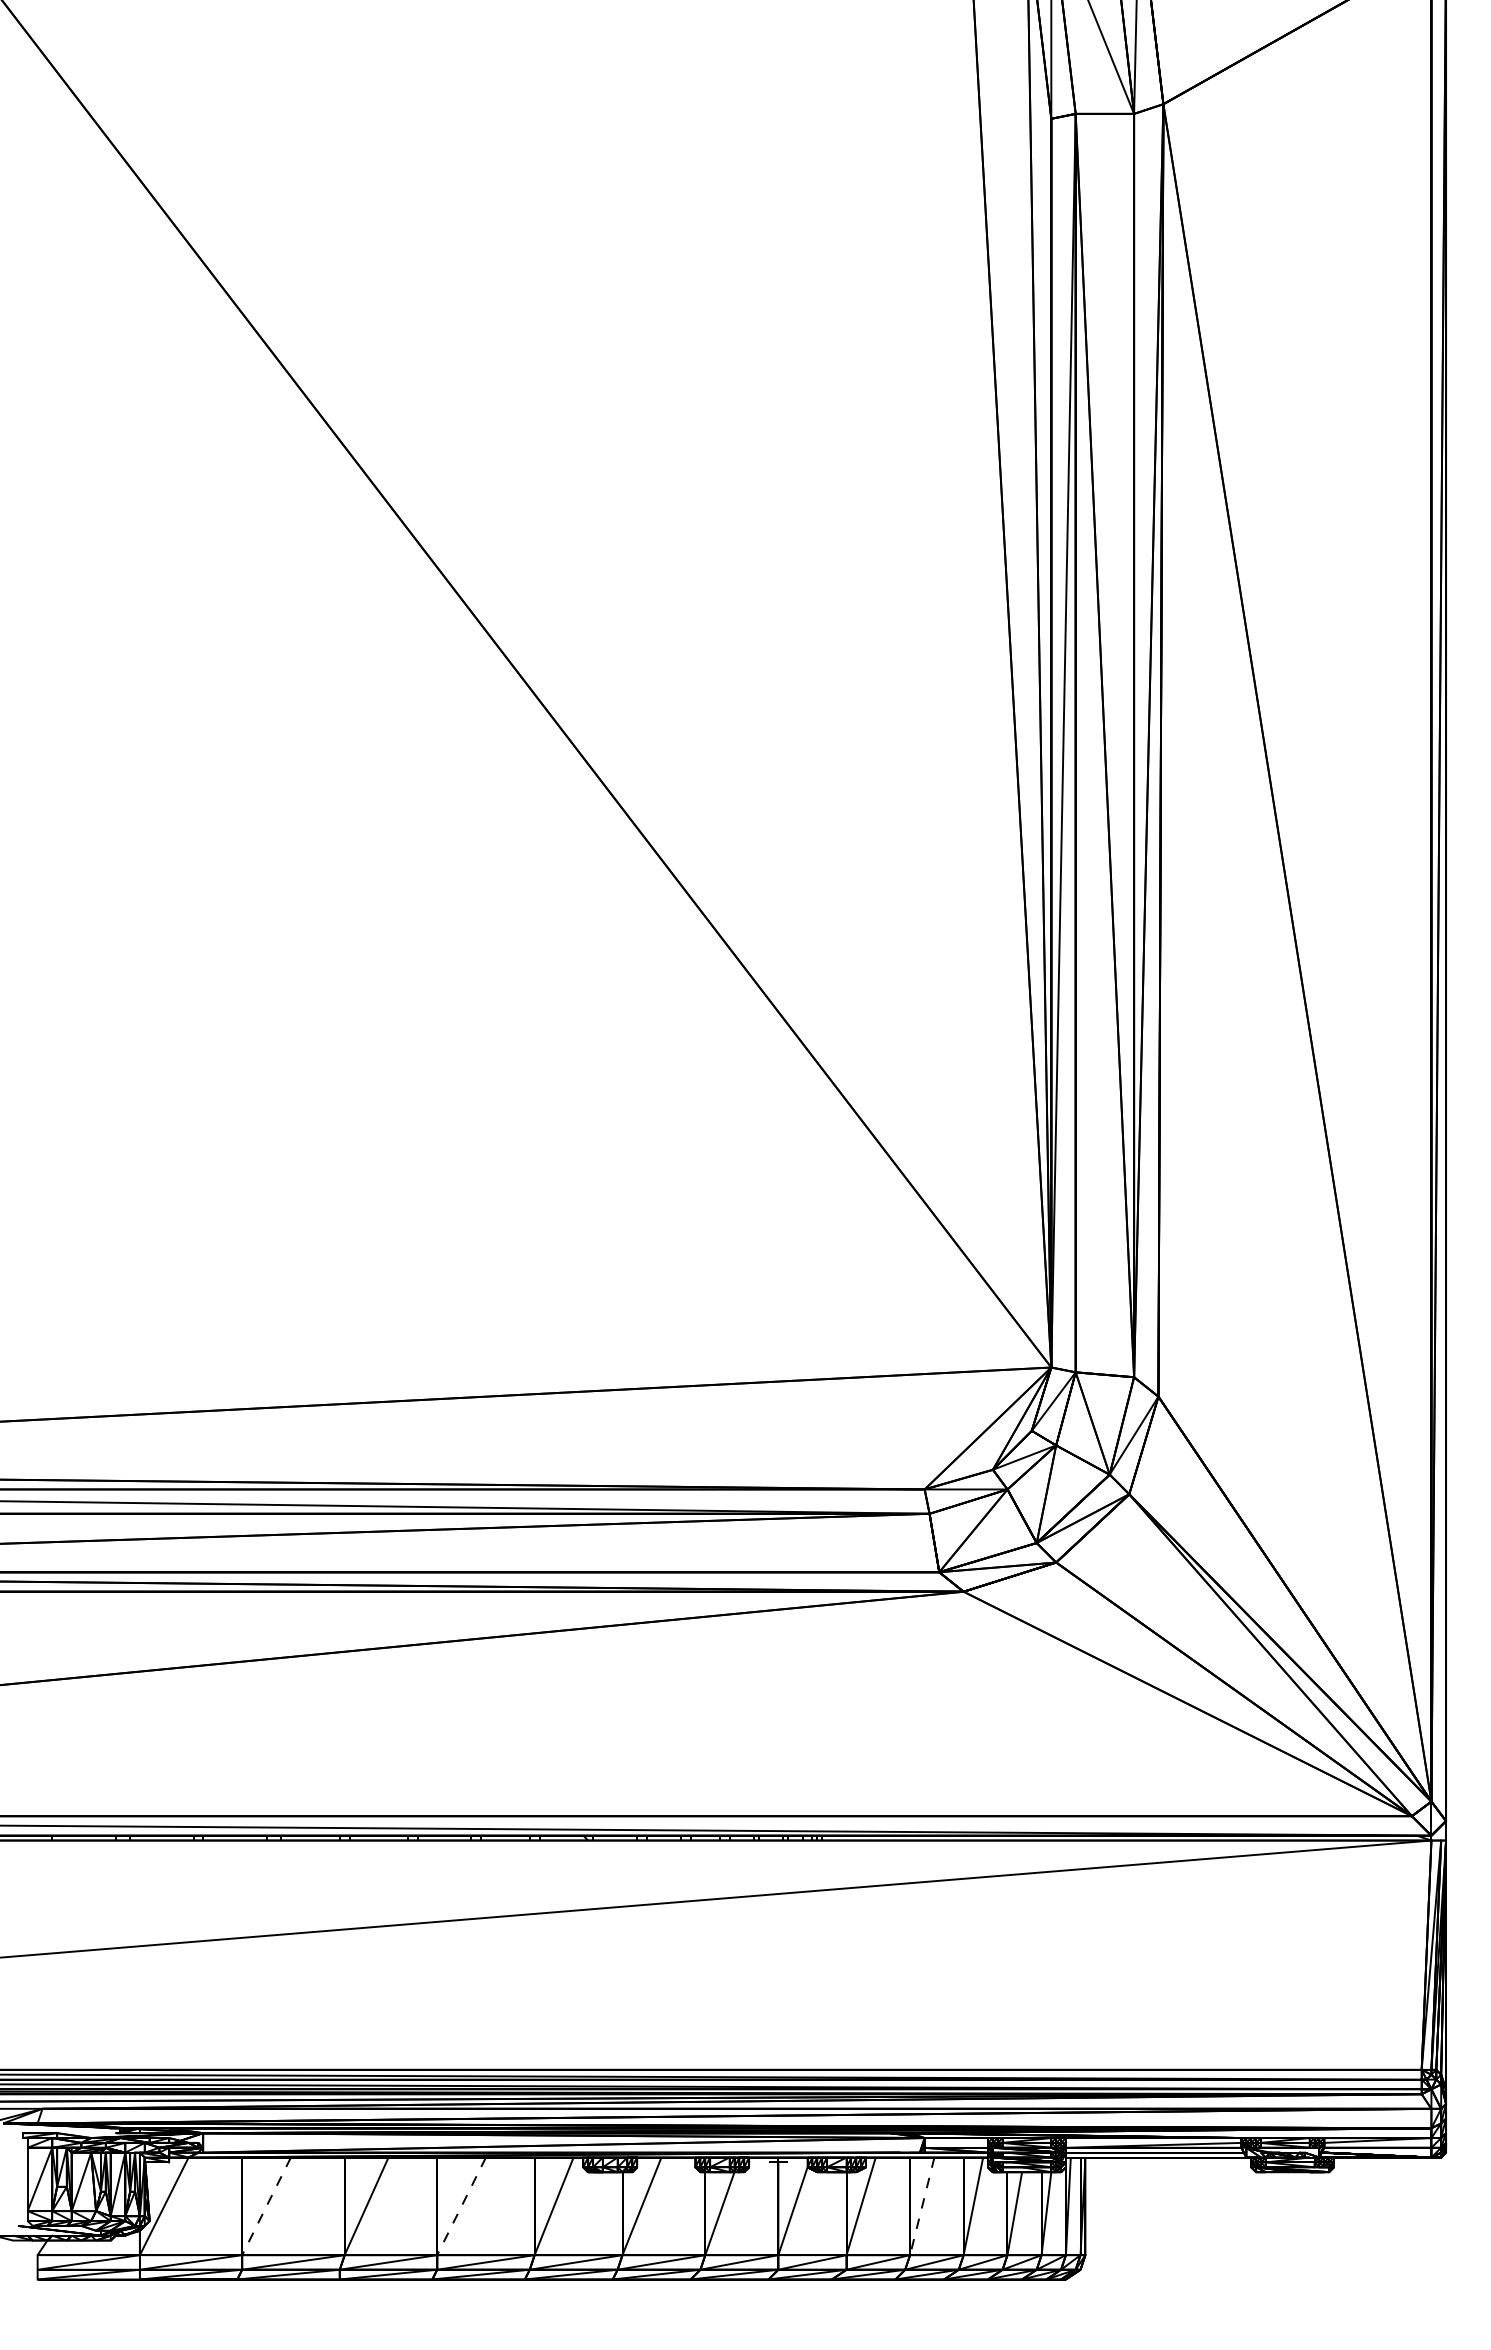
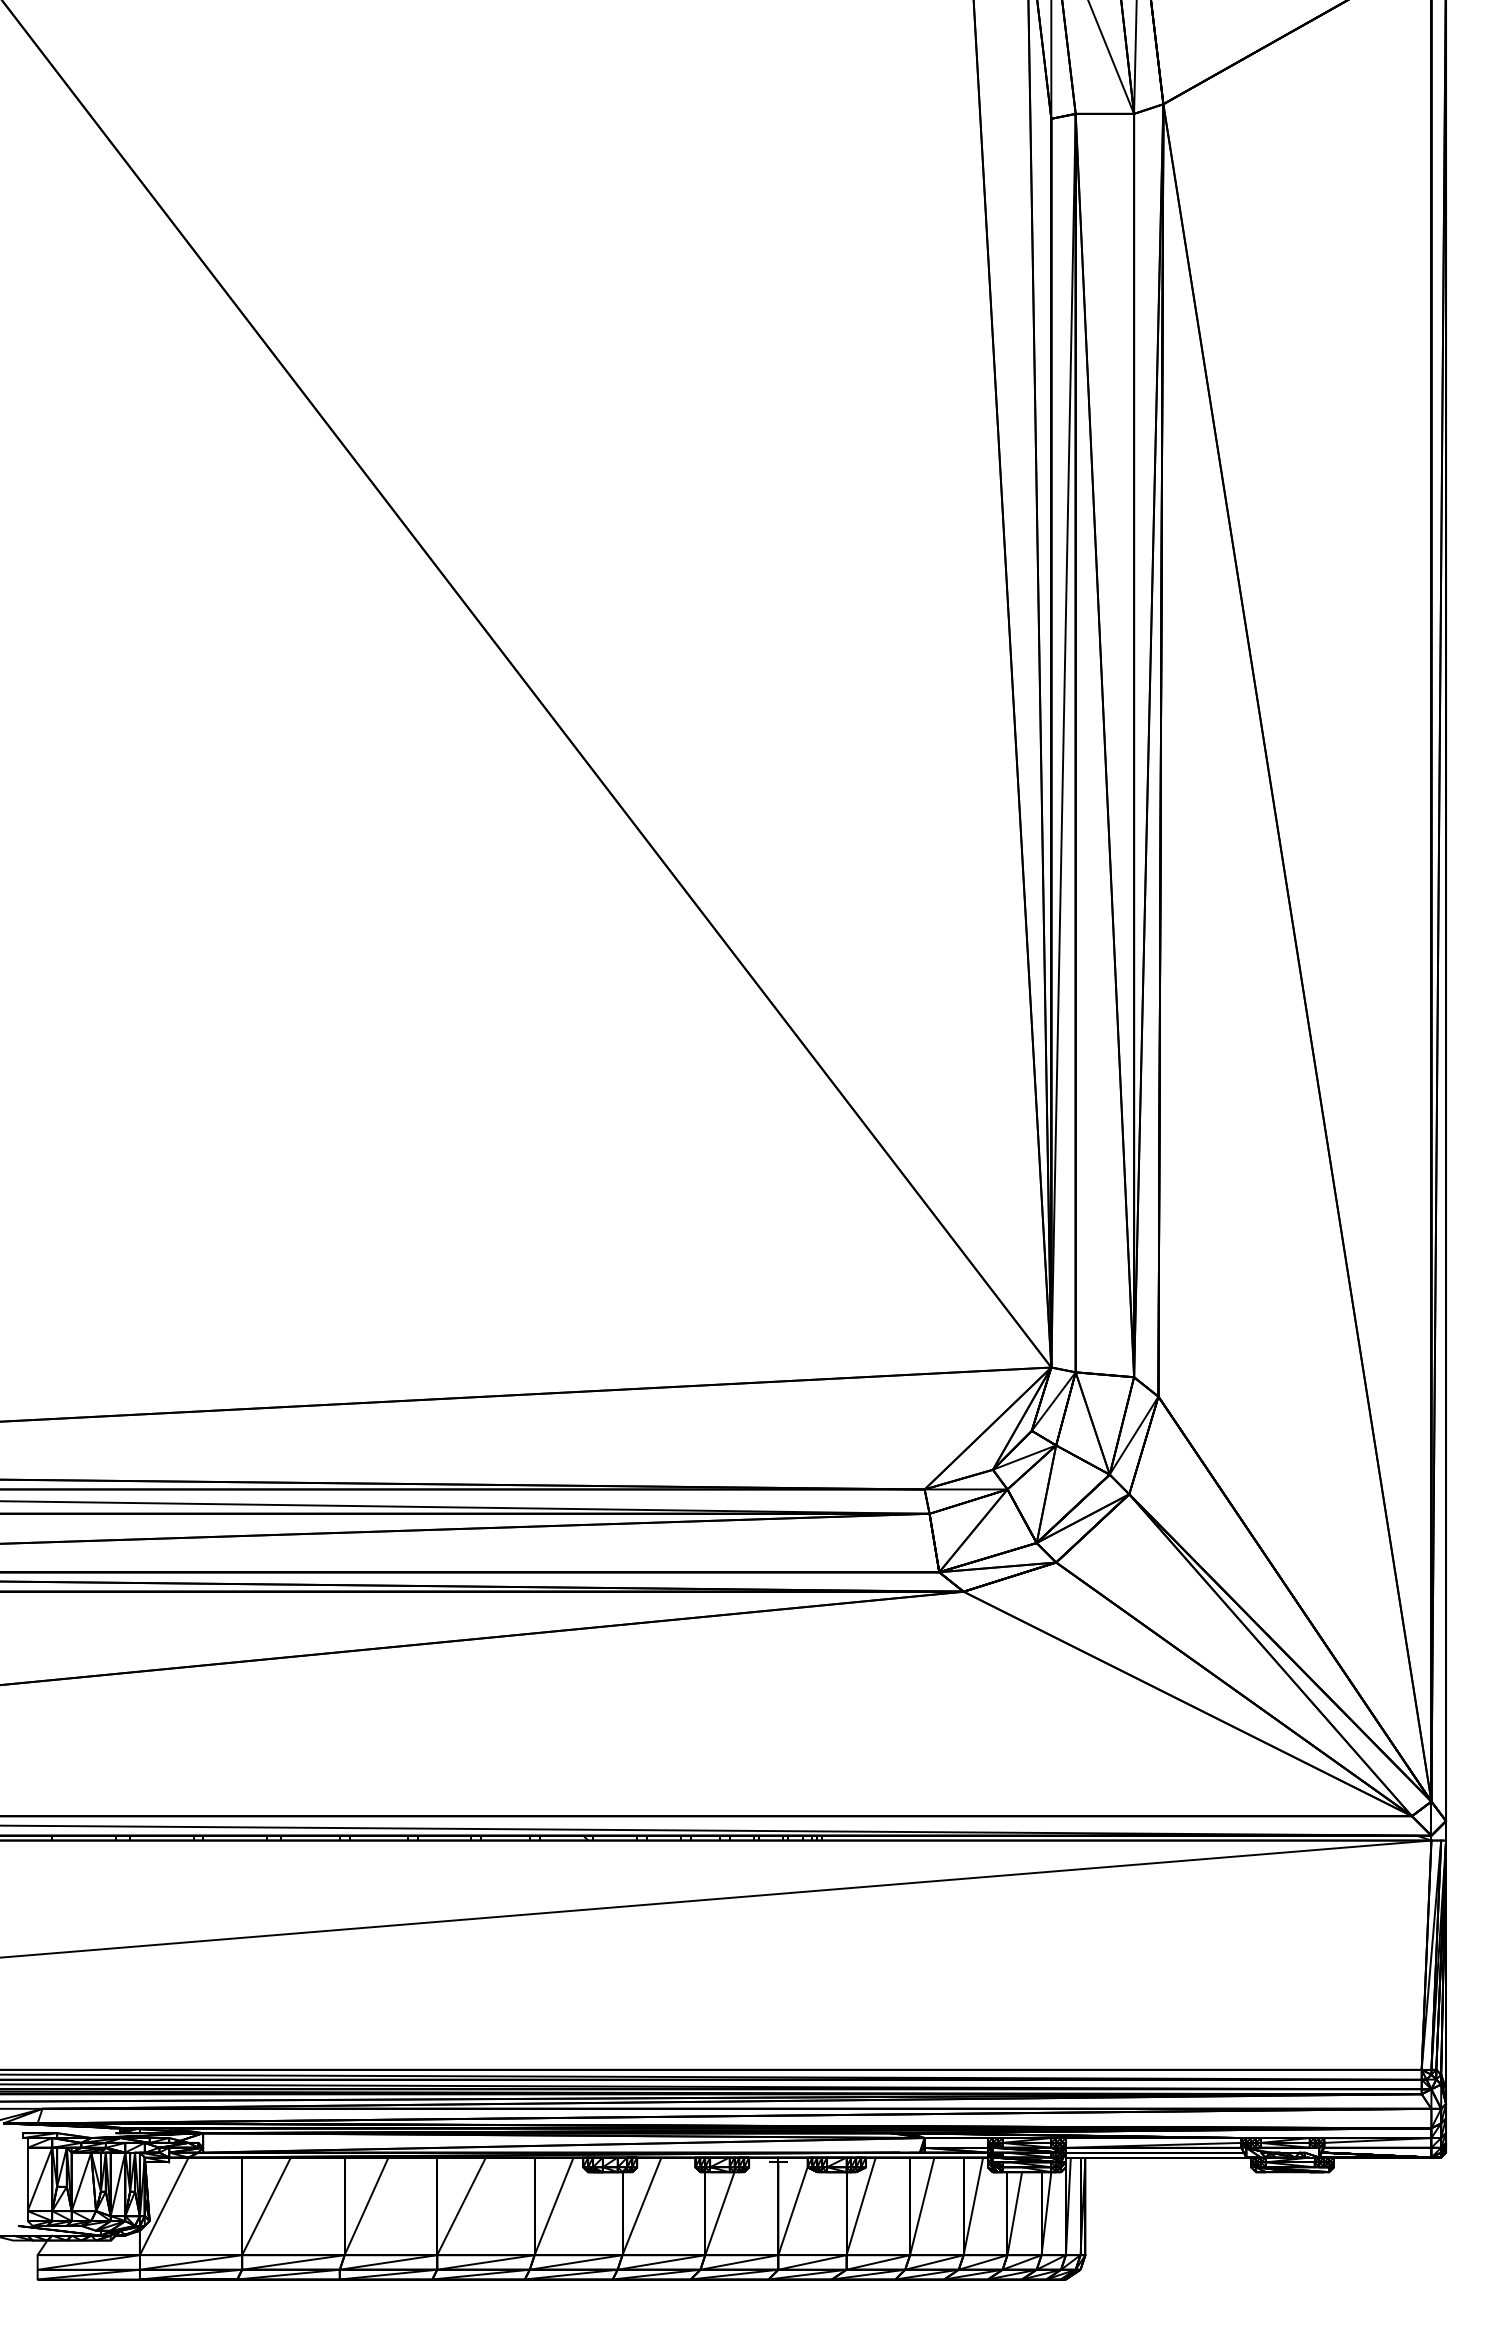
line at (266, 2206): dashed -> solid
line at (461, 2206): dashed -> solid
line at (922, 2206): dashed -> solid
